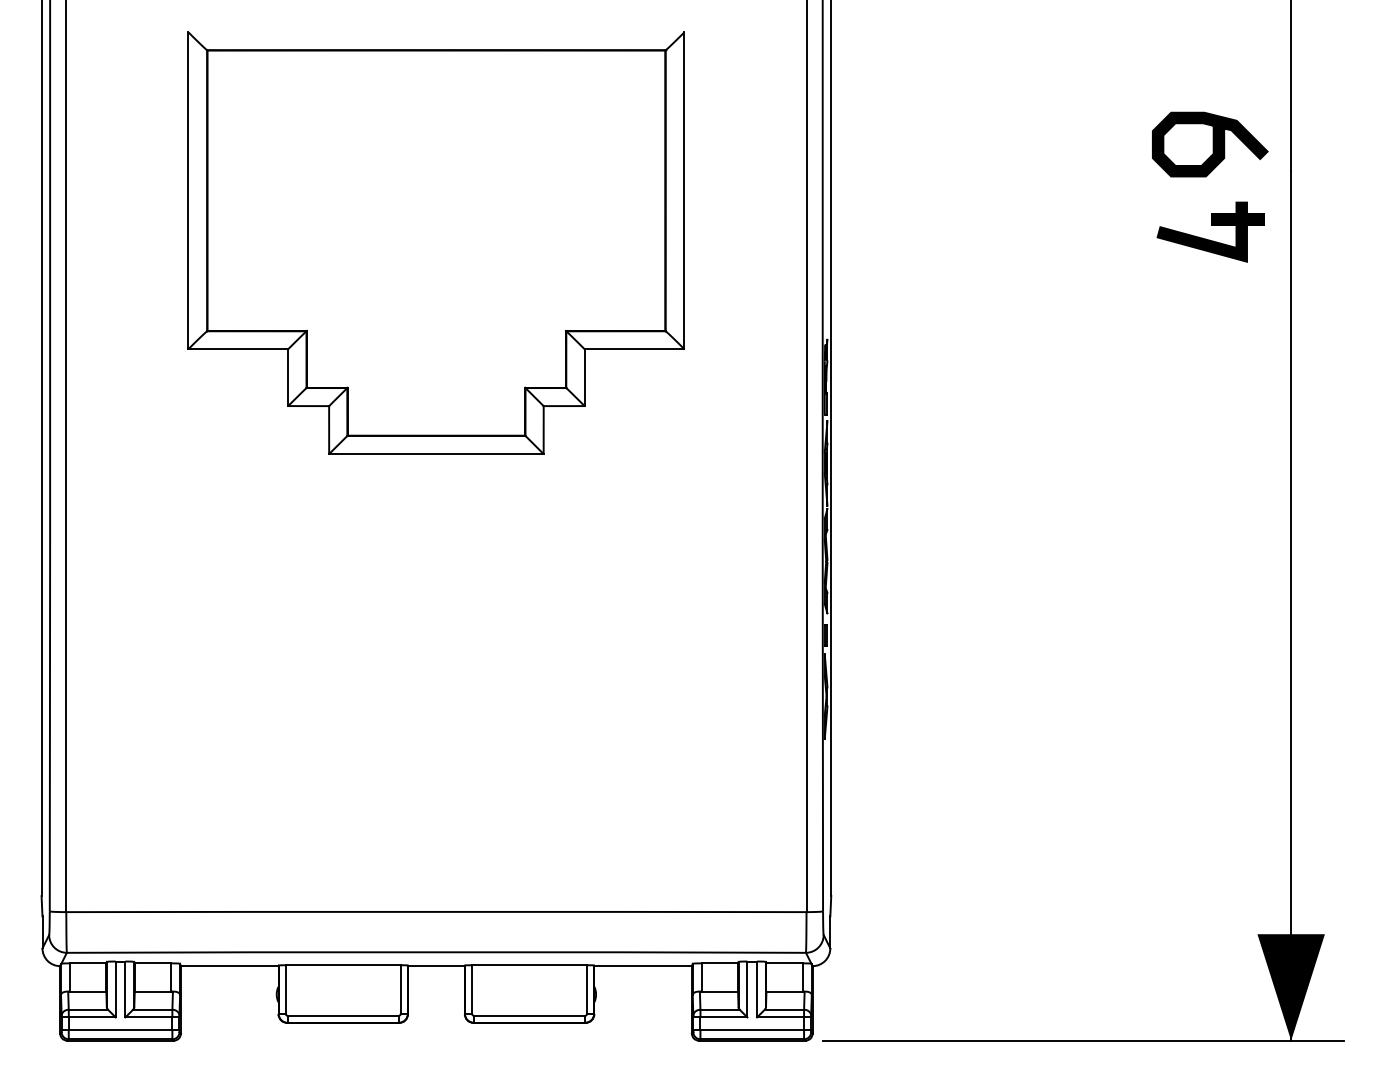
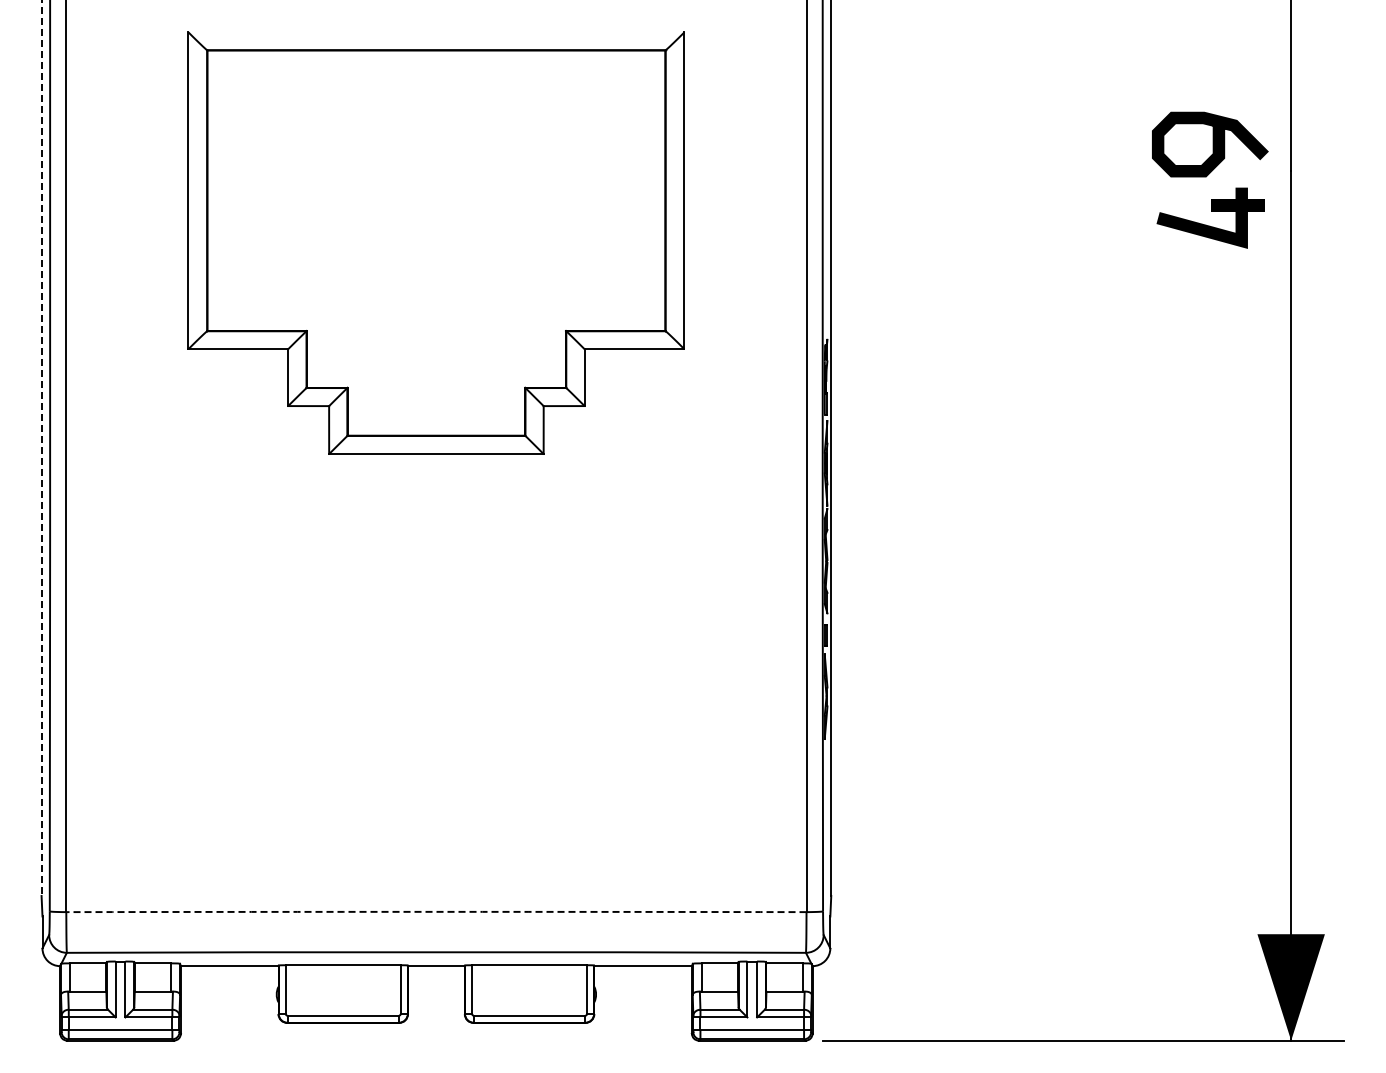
part at (1211, 225) position: (1211, 225) -> (1211, 211)
line at (41, 448): solid -> dashed
arc at (436, 911): solid -> dashed
